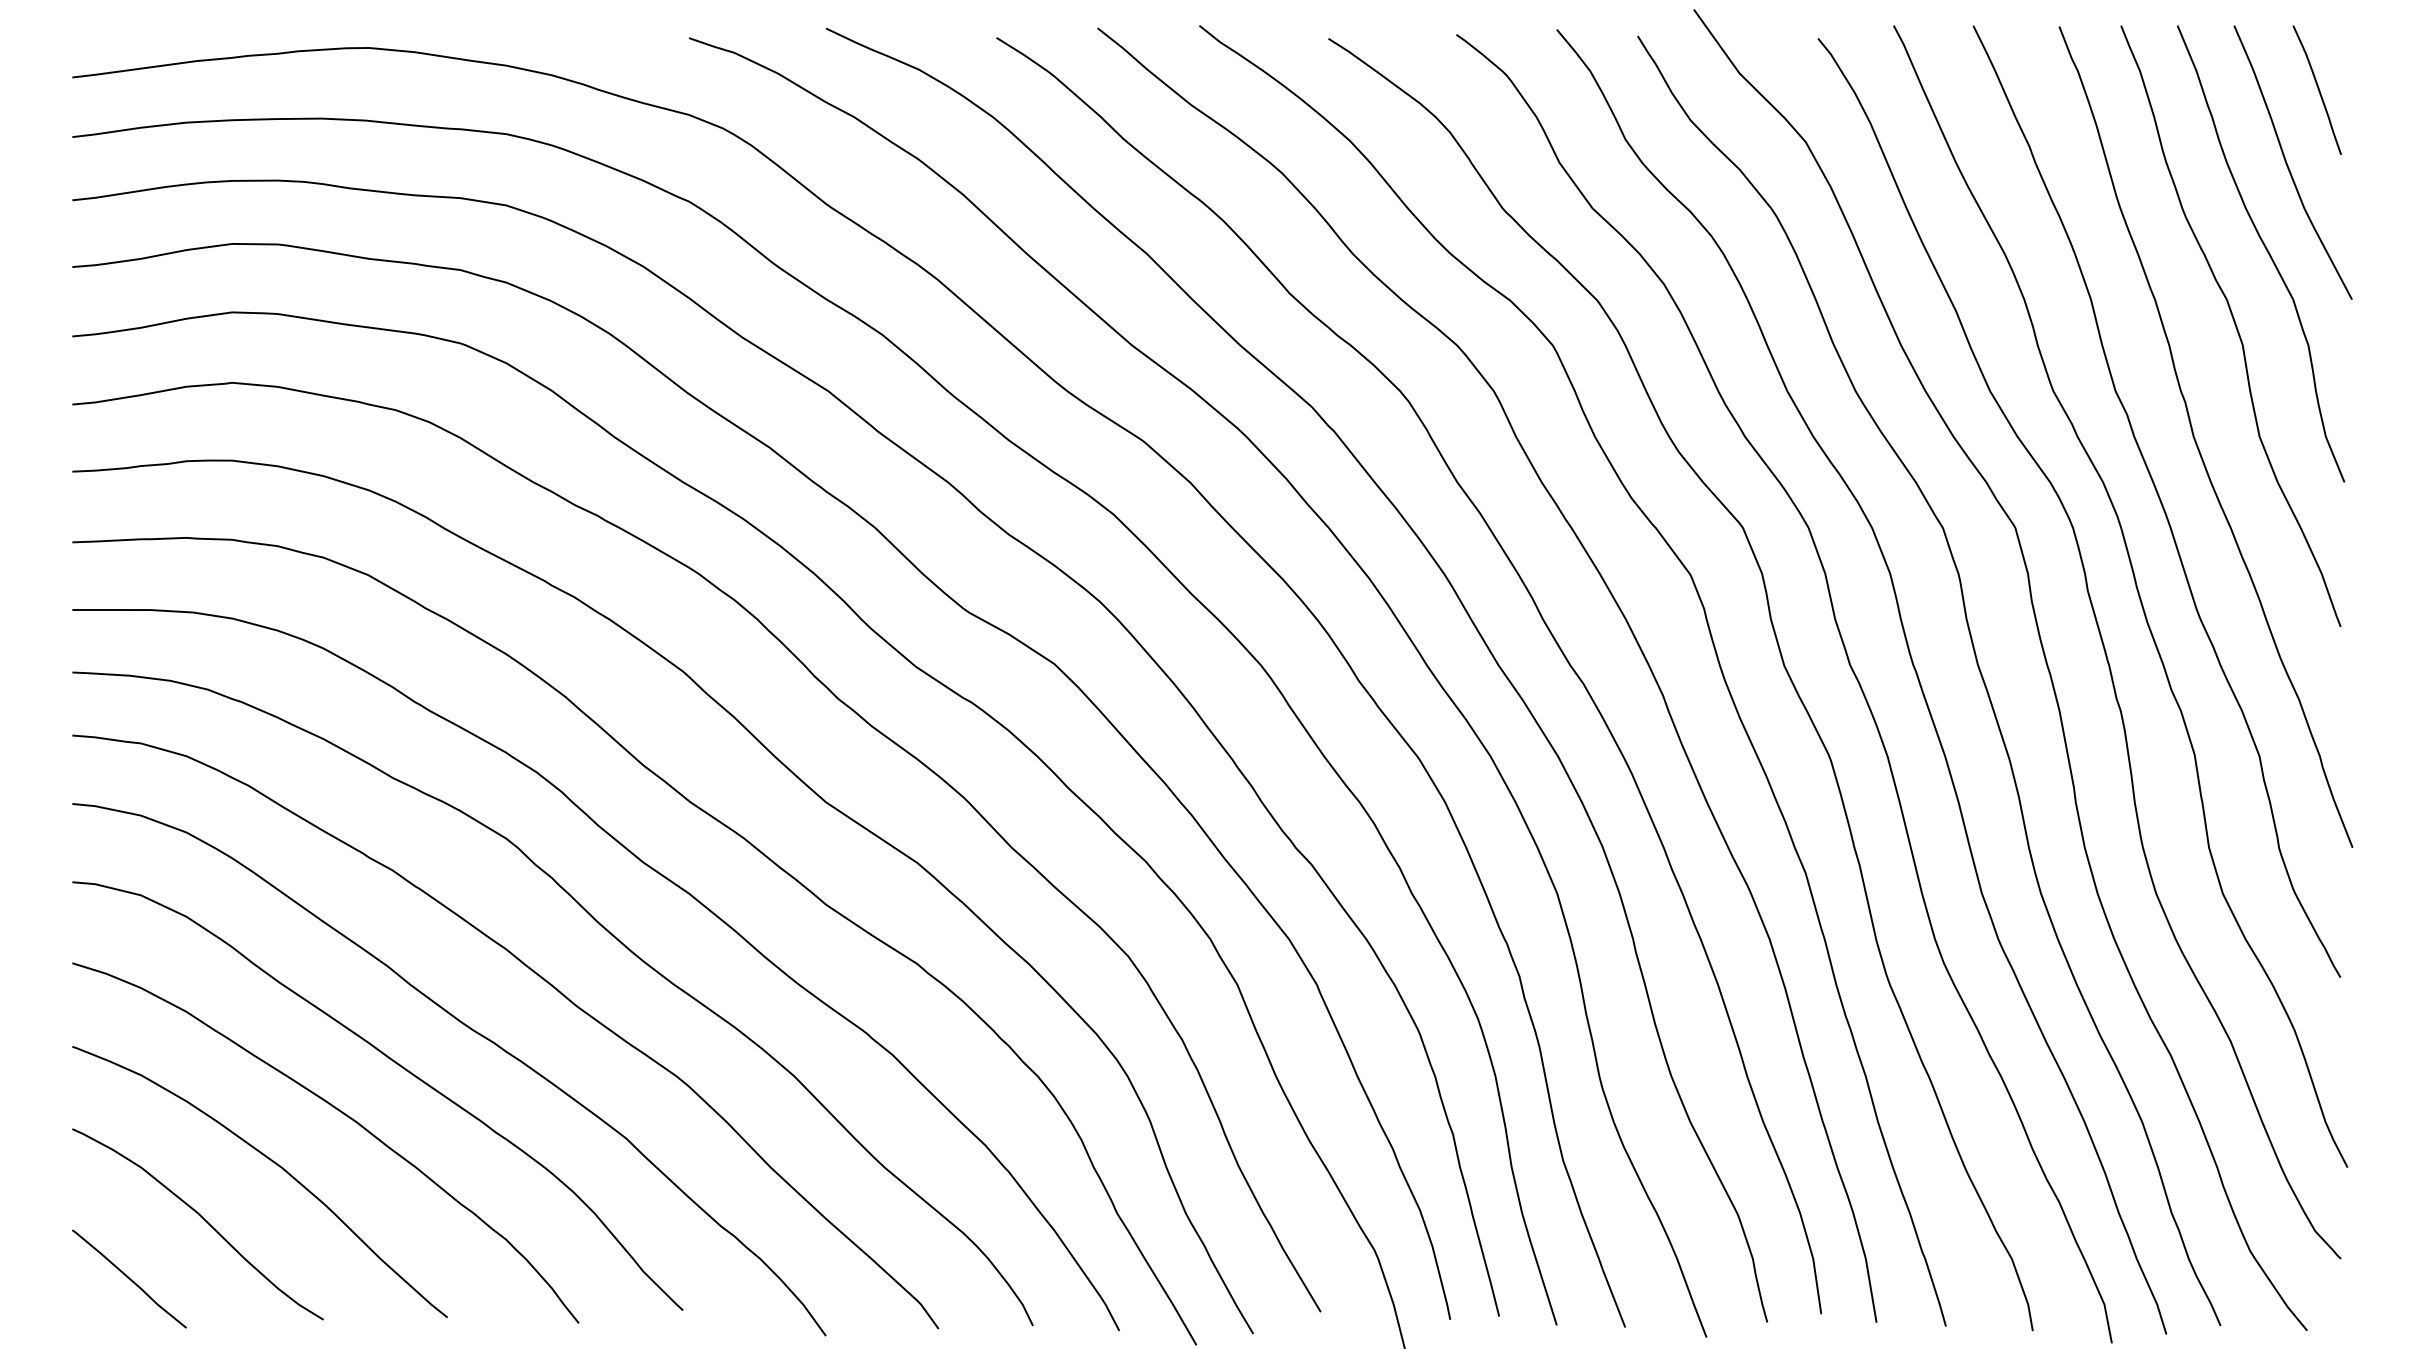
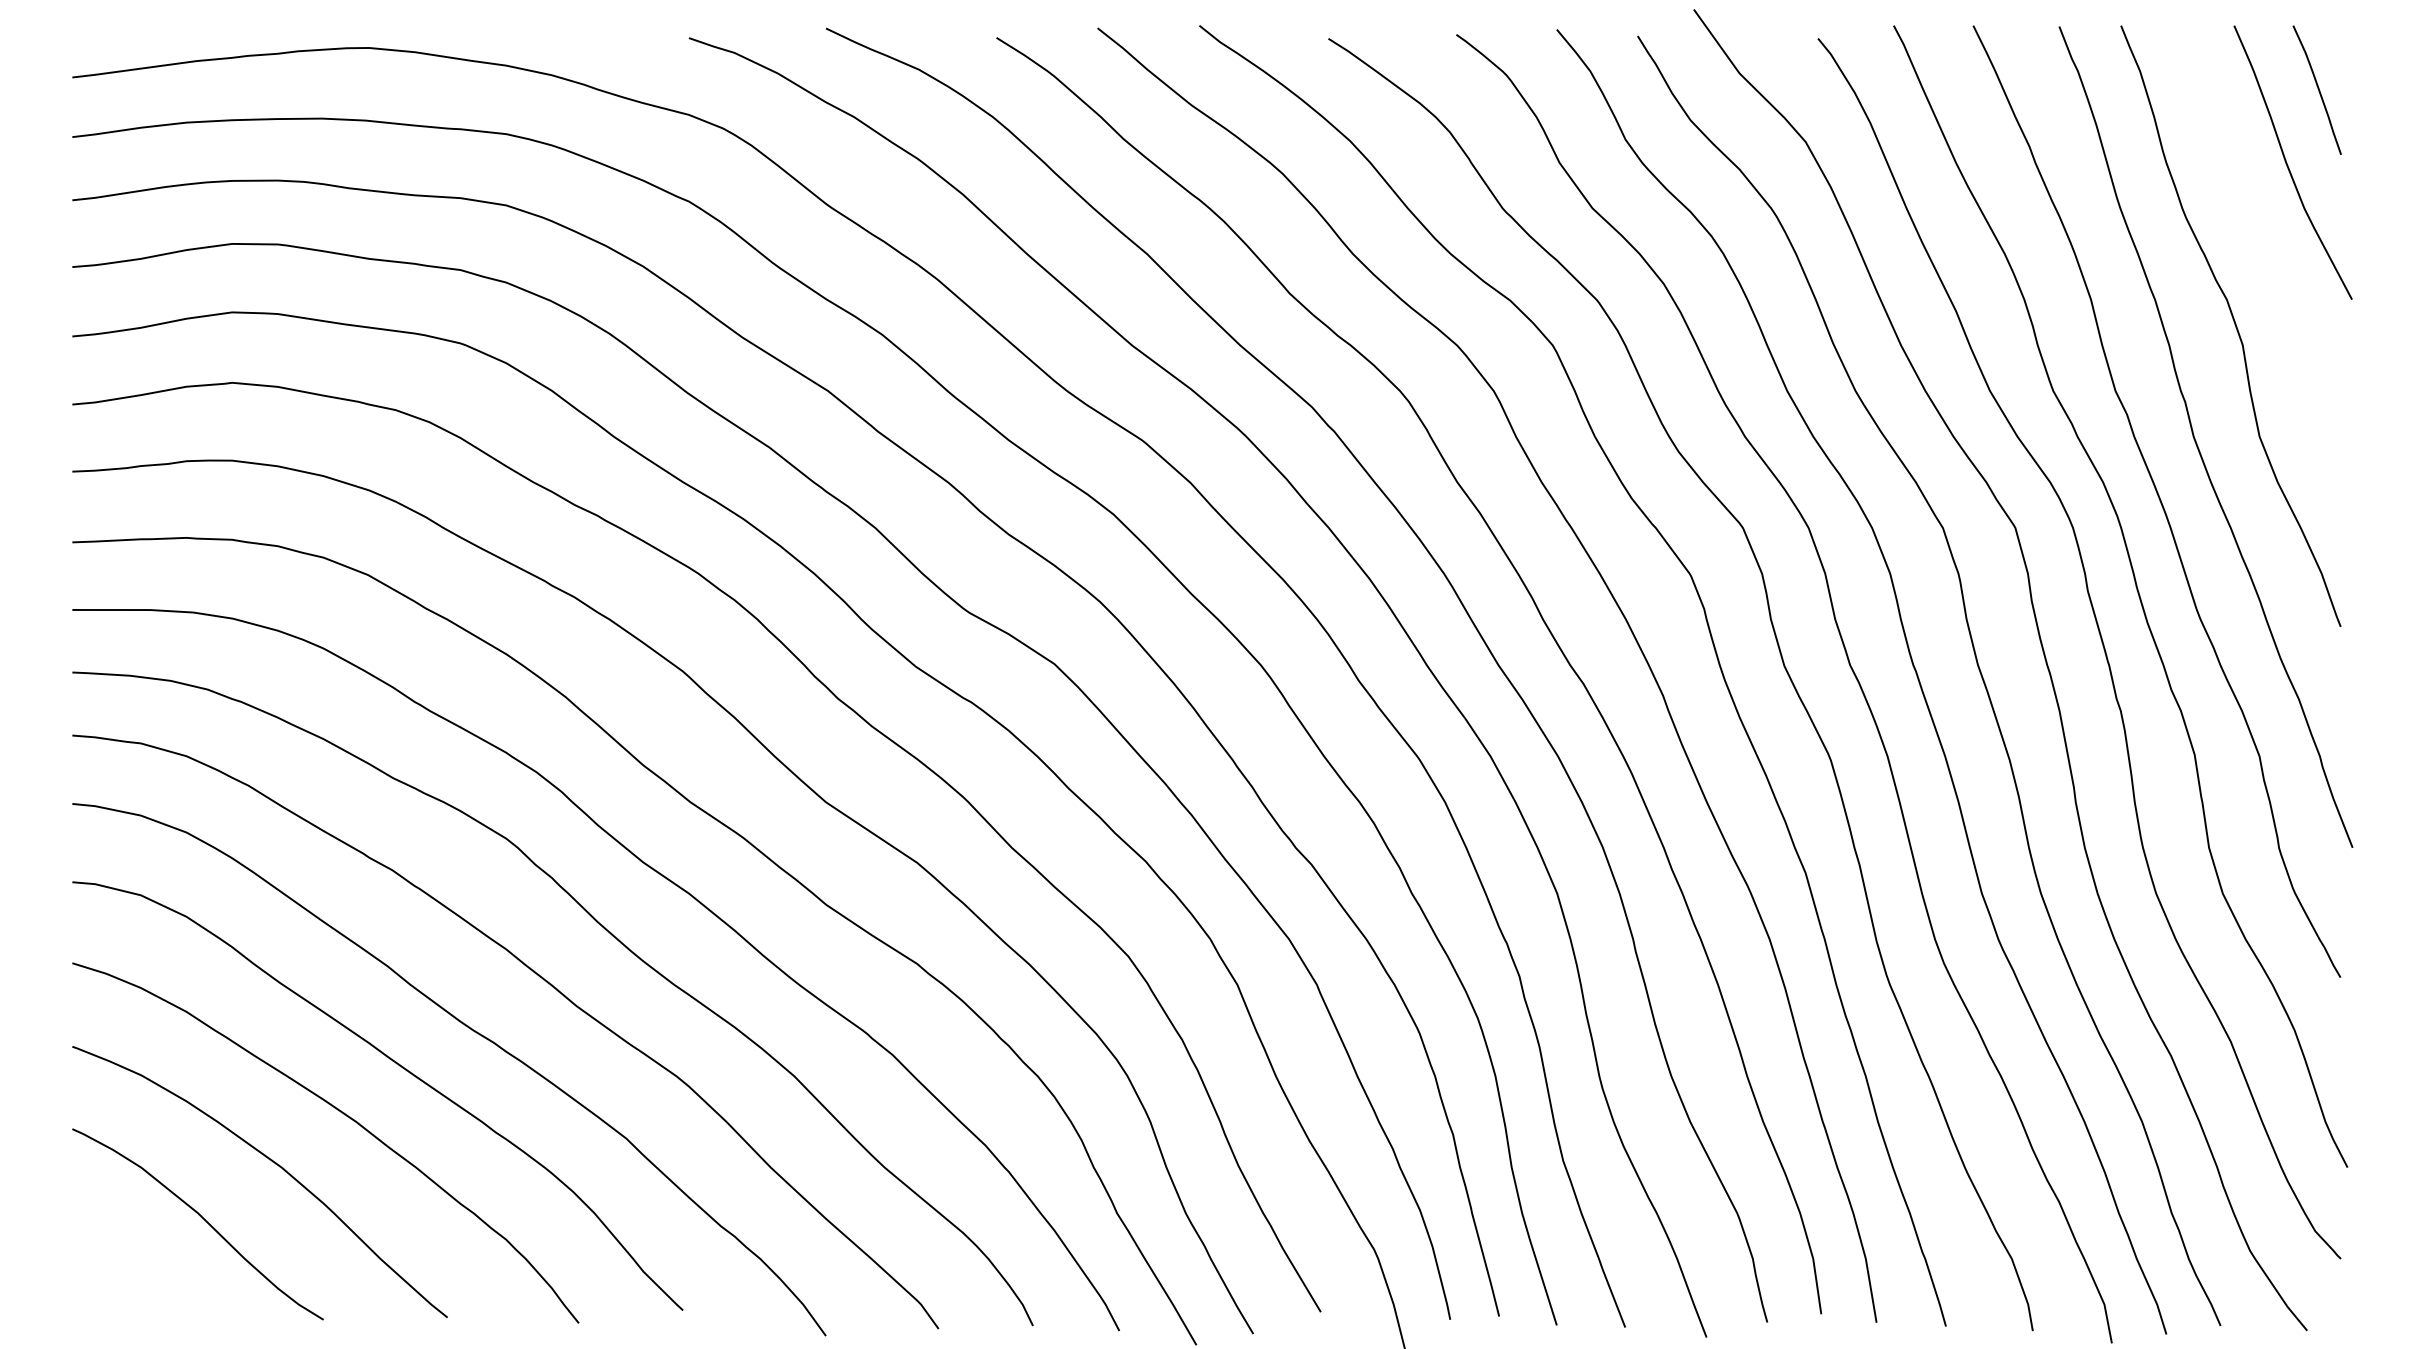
curve at (2266, 251): present -> none
curve at (129, 1278): present -> none
